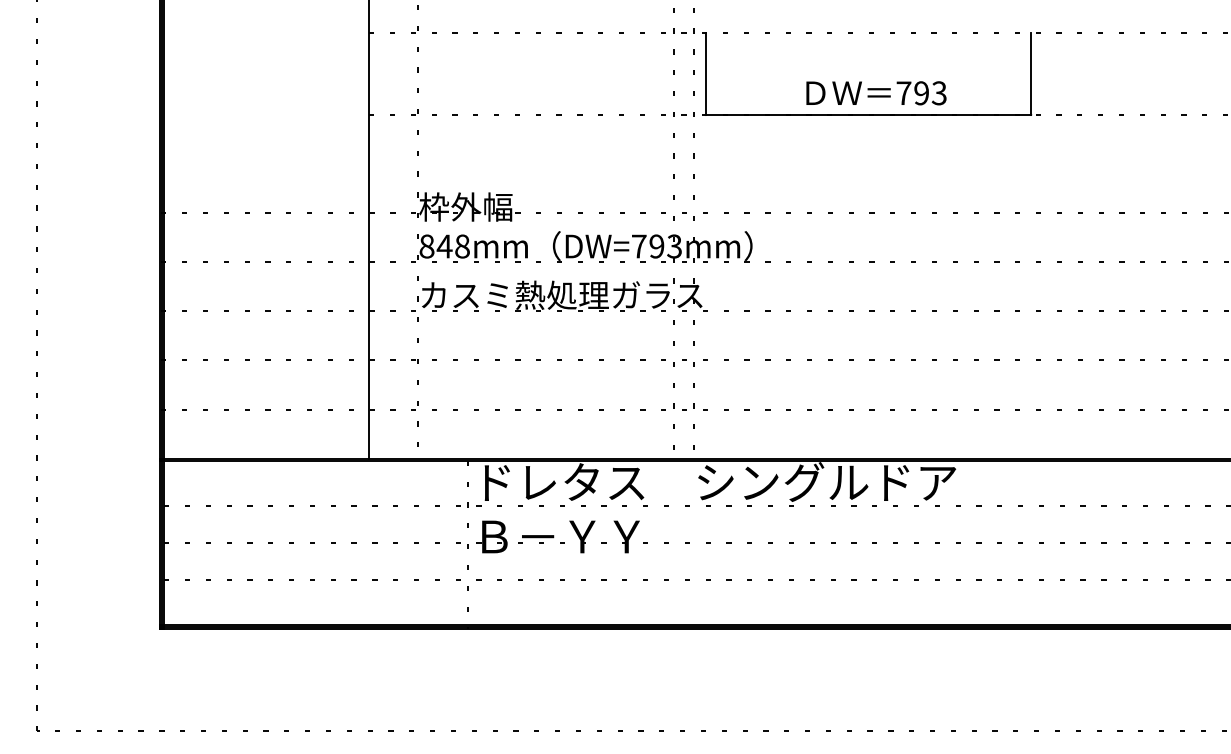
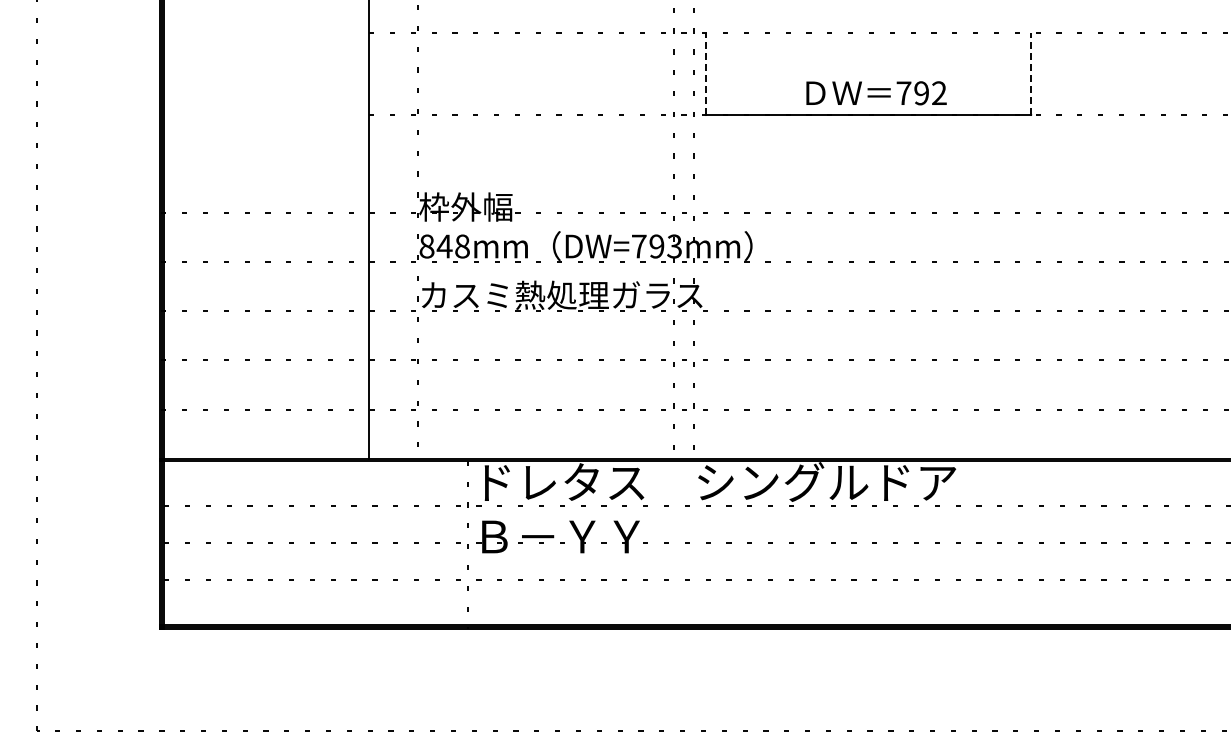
line at (705, 73): solid -> dashed
line at (1031, 73): solid -> dashed
text at (938, 93): 793 -> 792
